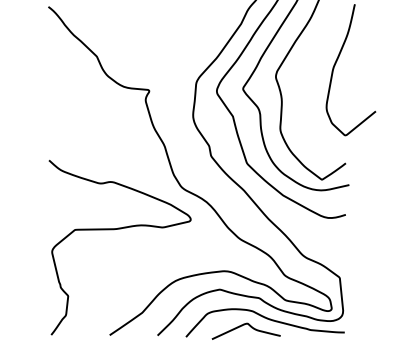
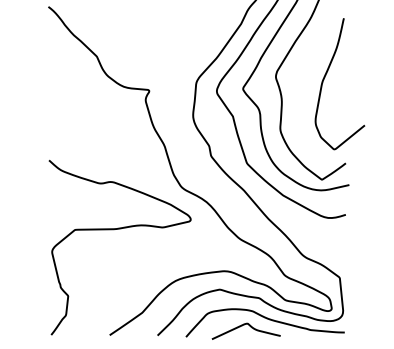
curve at (336, 63) position: (336, 63) -> (325, 77)
